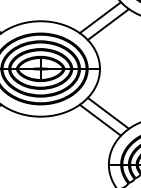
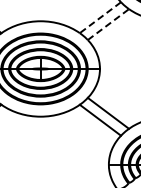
line at (100, 17): solid -> dashed
line at (108, 24): solid -> dashed
